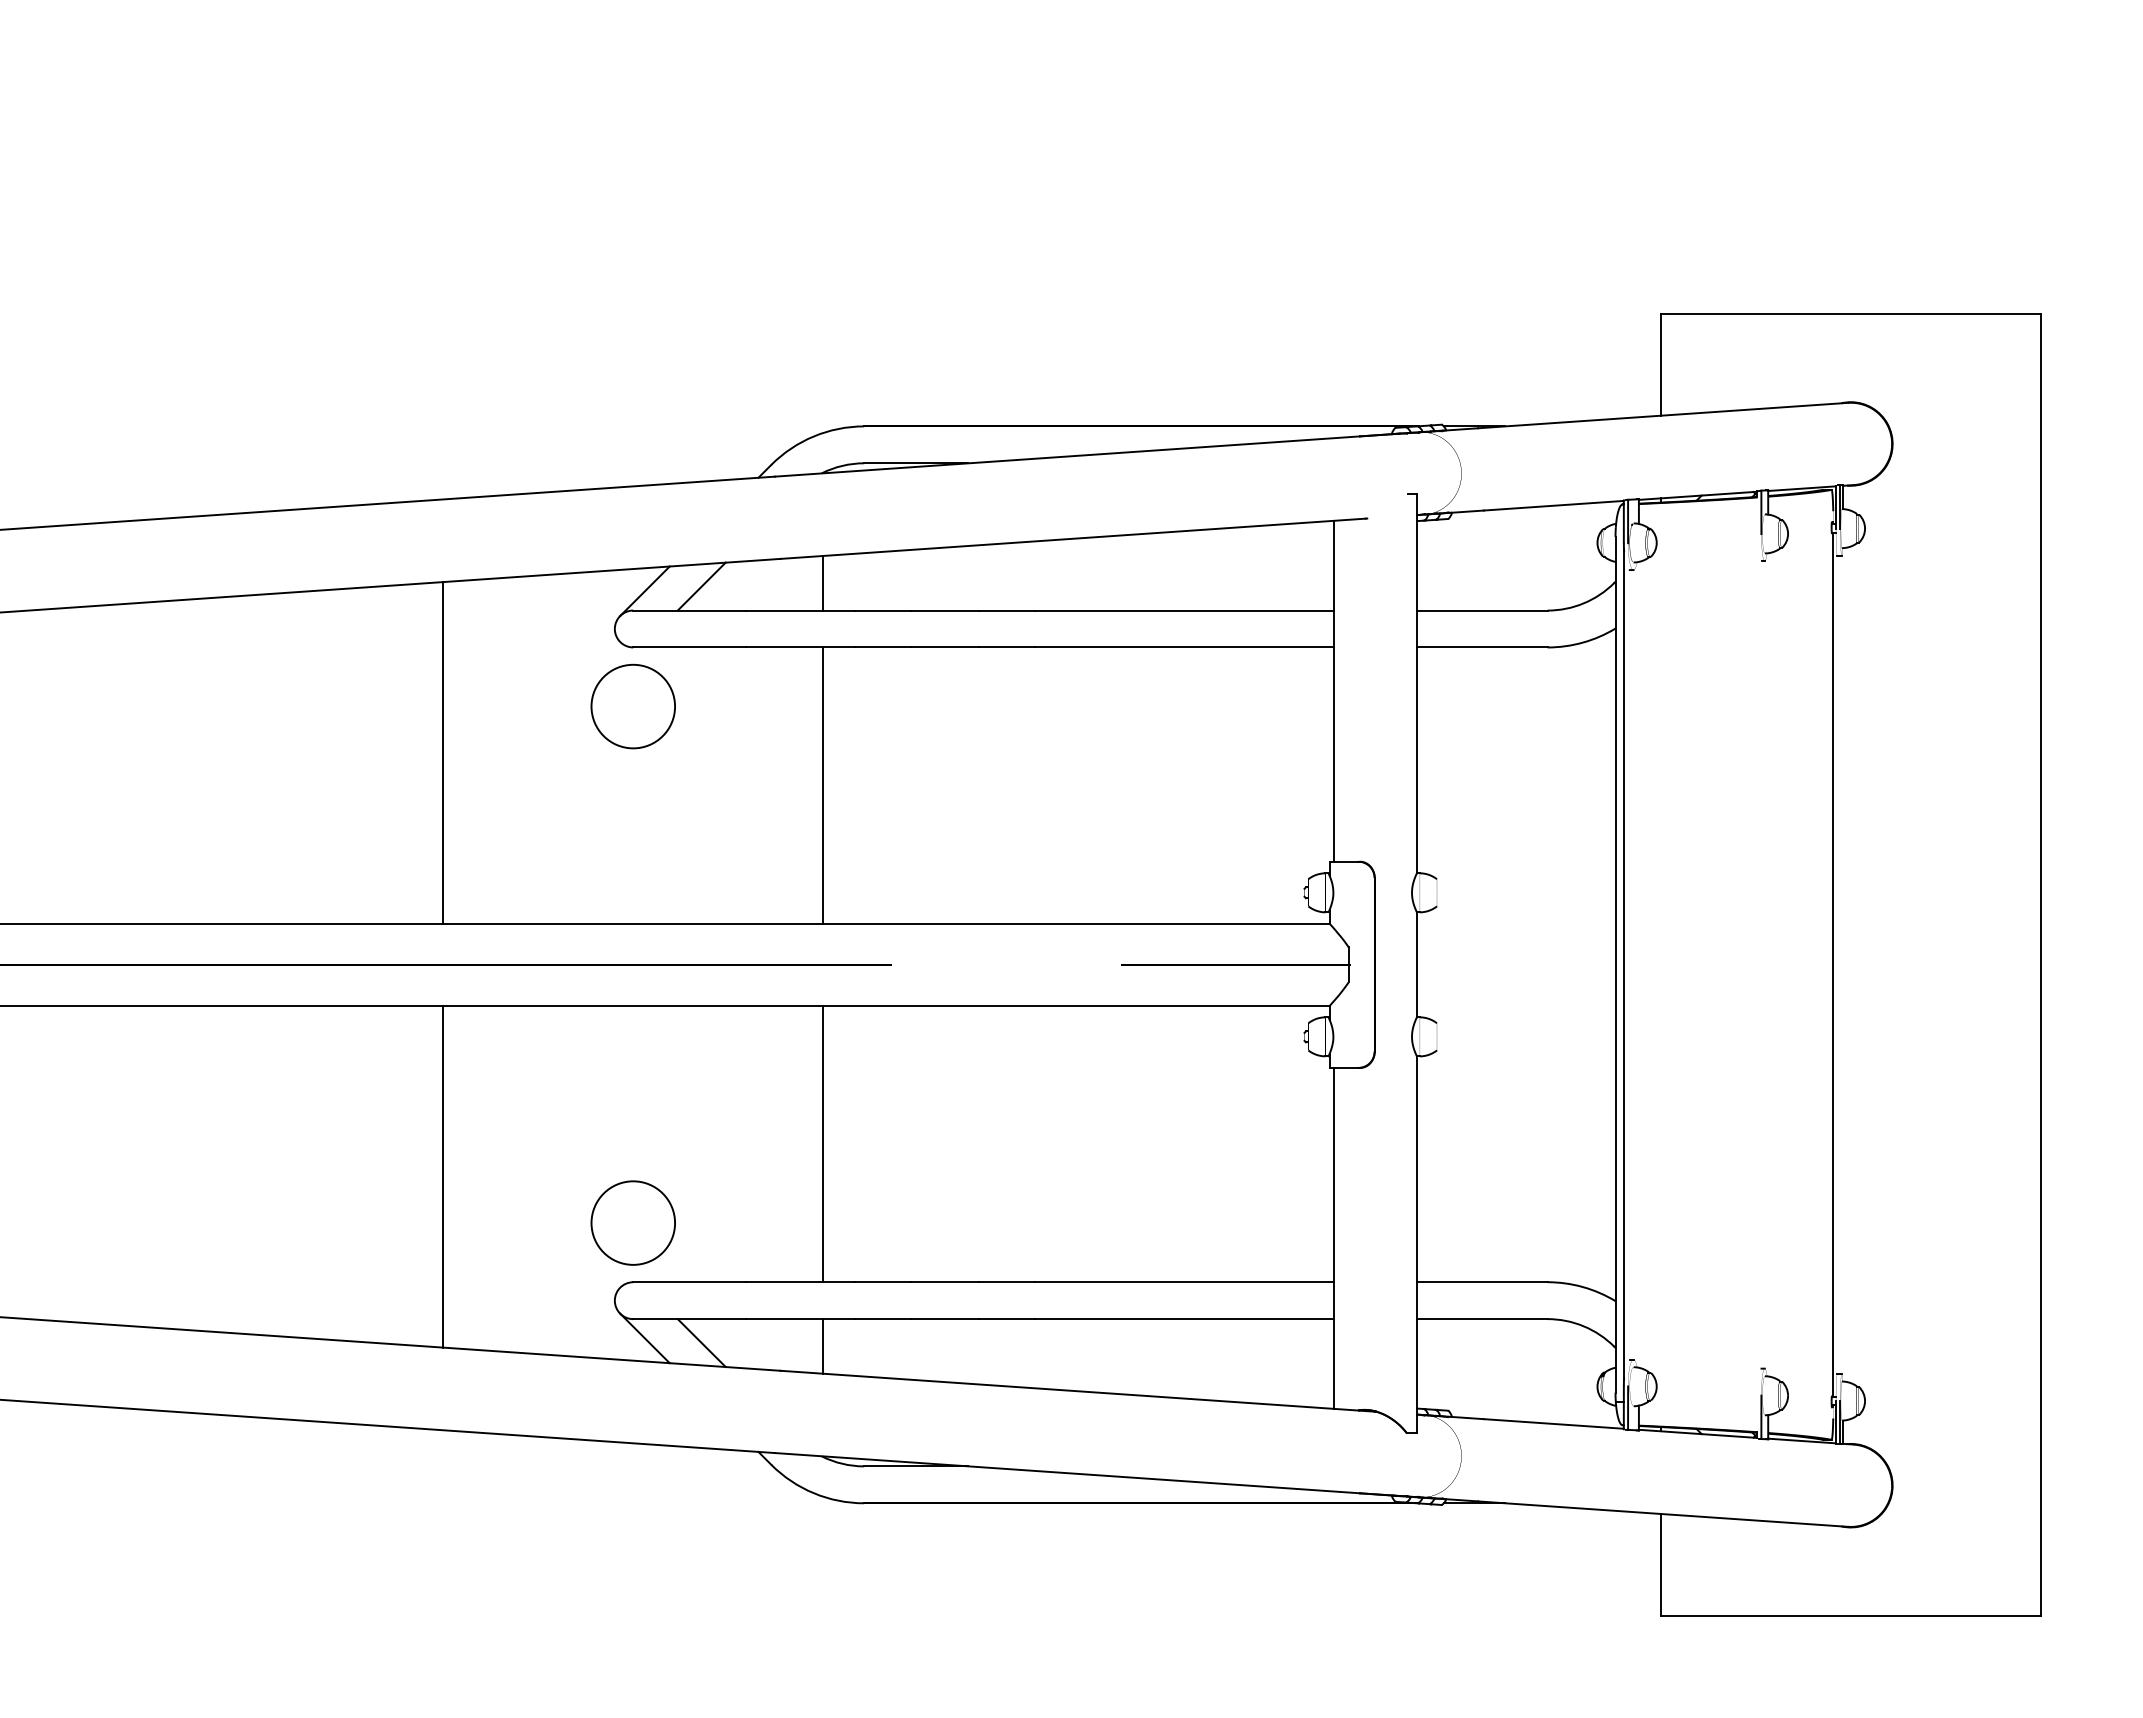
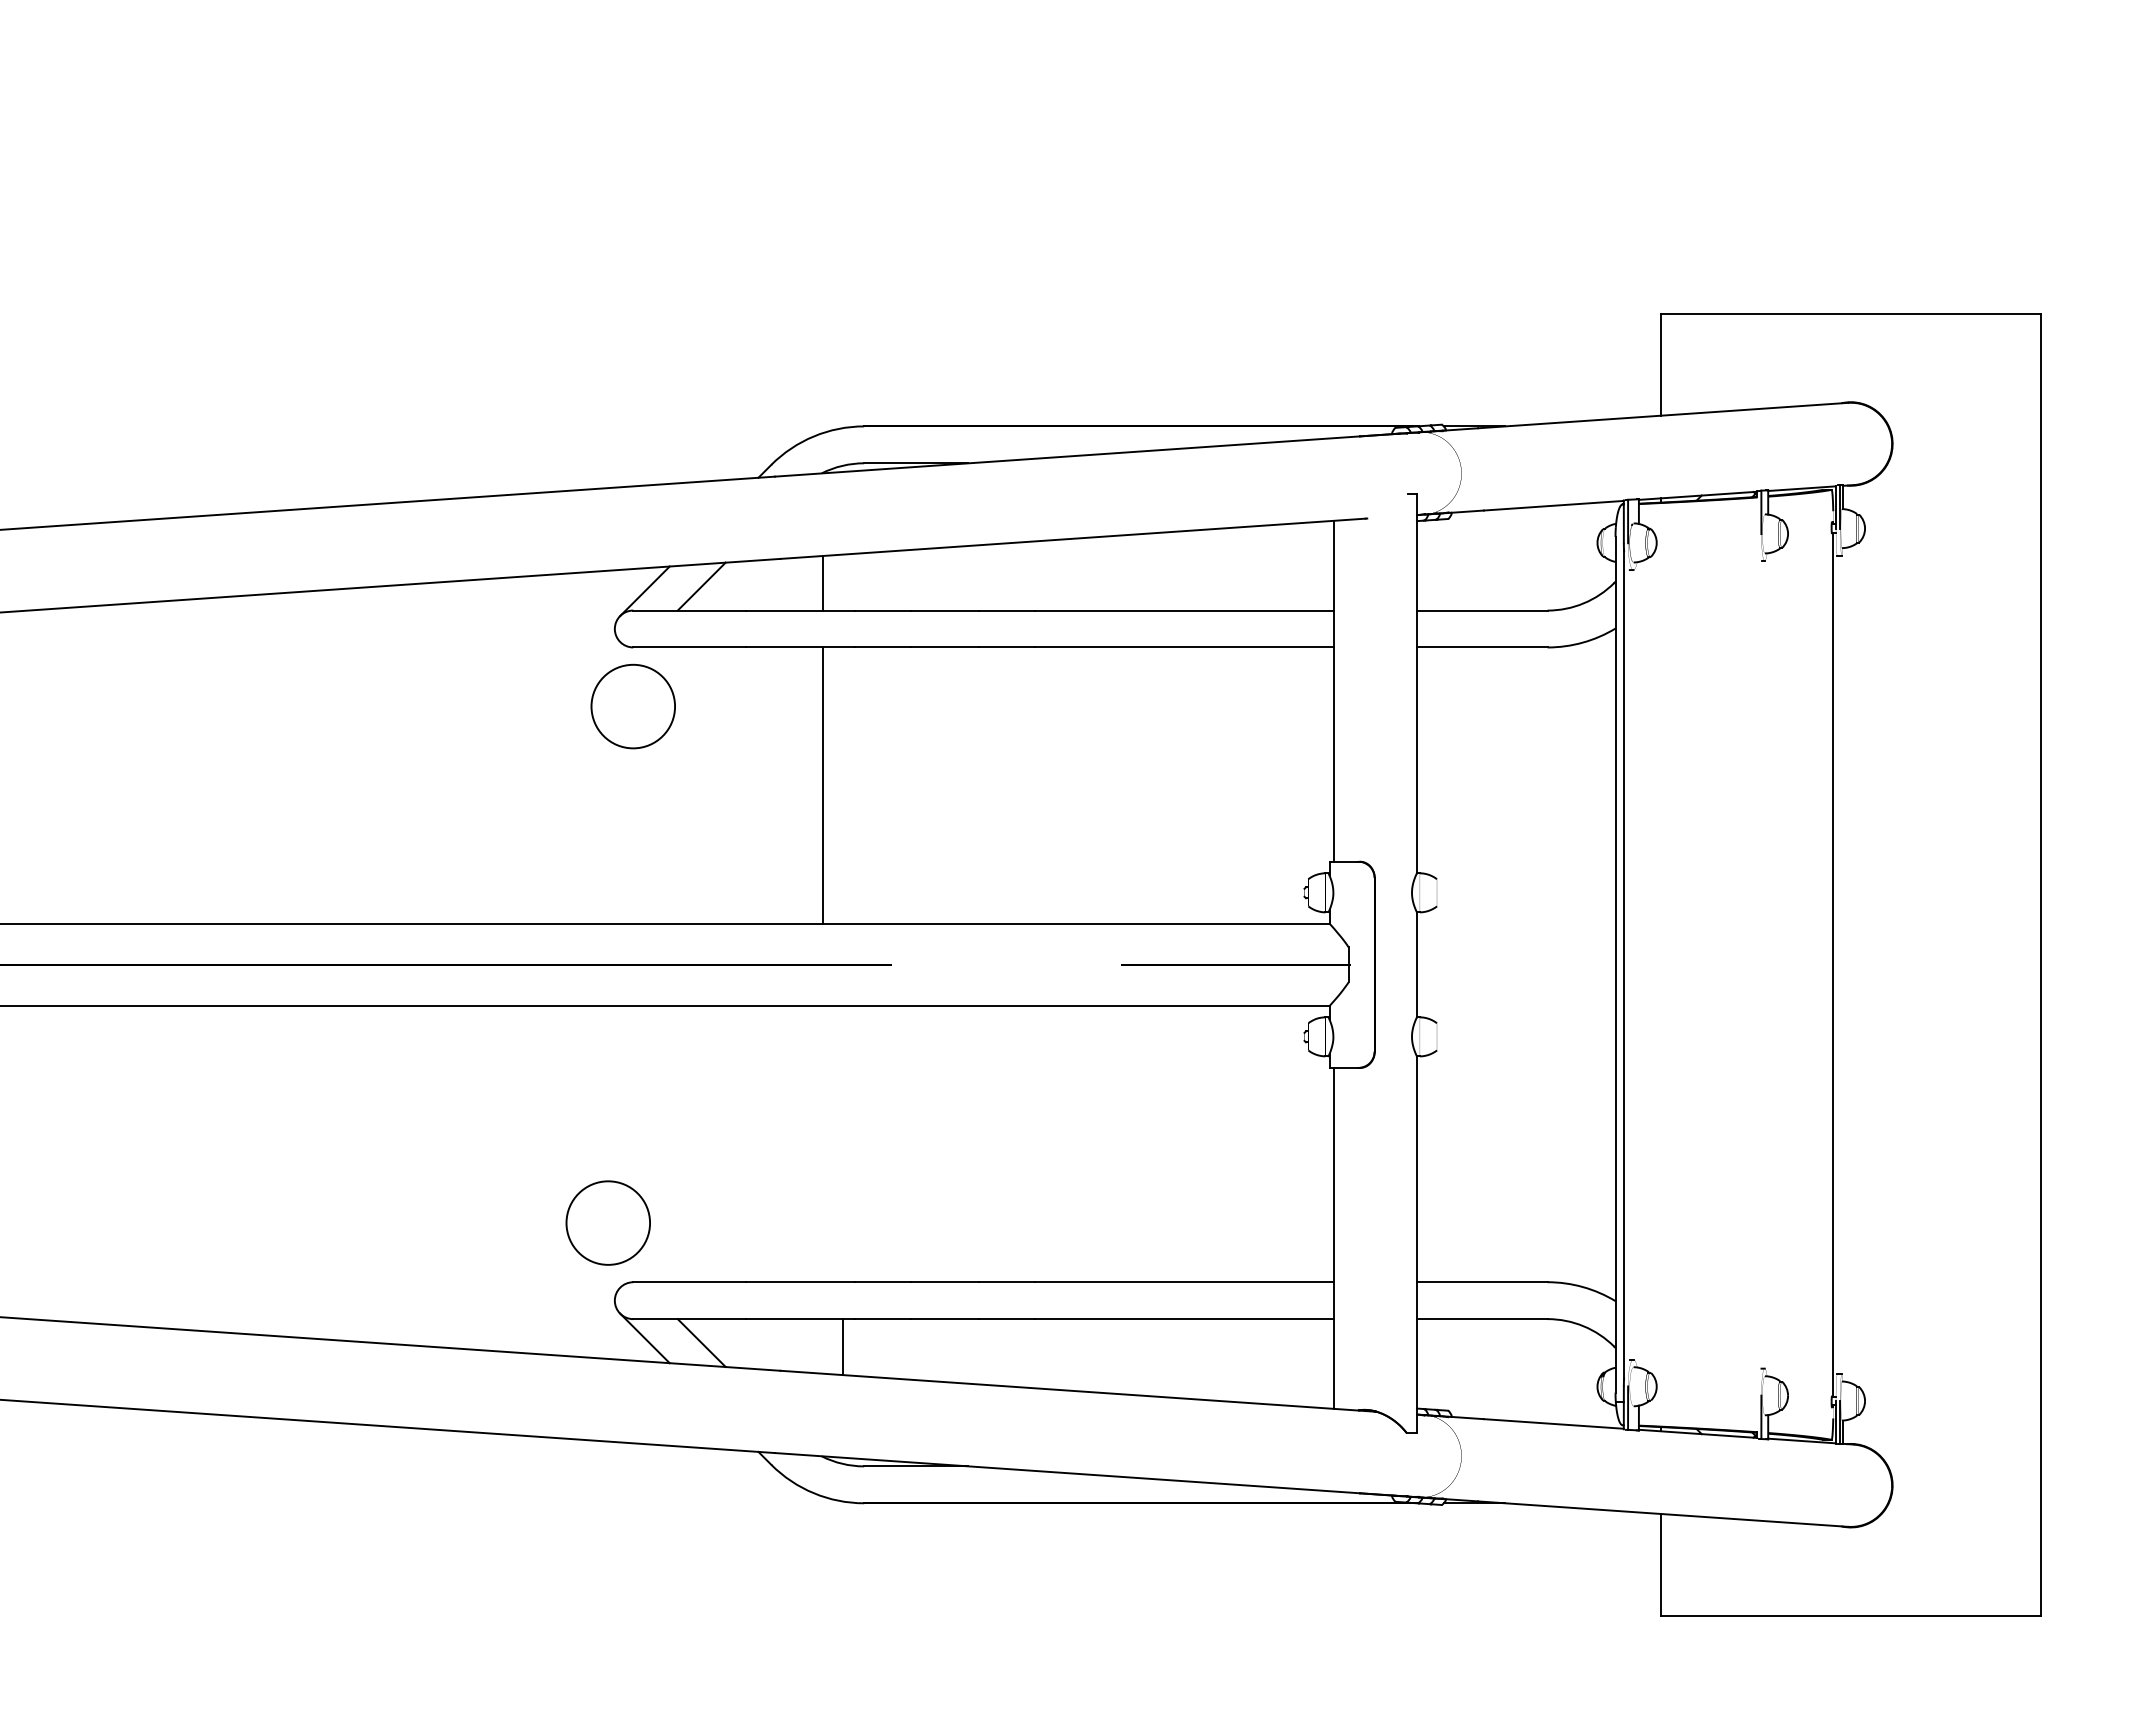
line at (443, 752): present -> none
line at (823, 1144): present -> none
line at (443, 1176): present -> none
circle at (632, 1222) position: (632, 1222) -> (607, 1222)
line at (823, 1346) position: (823, 1346) -> (843, 1346)
